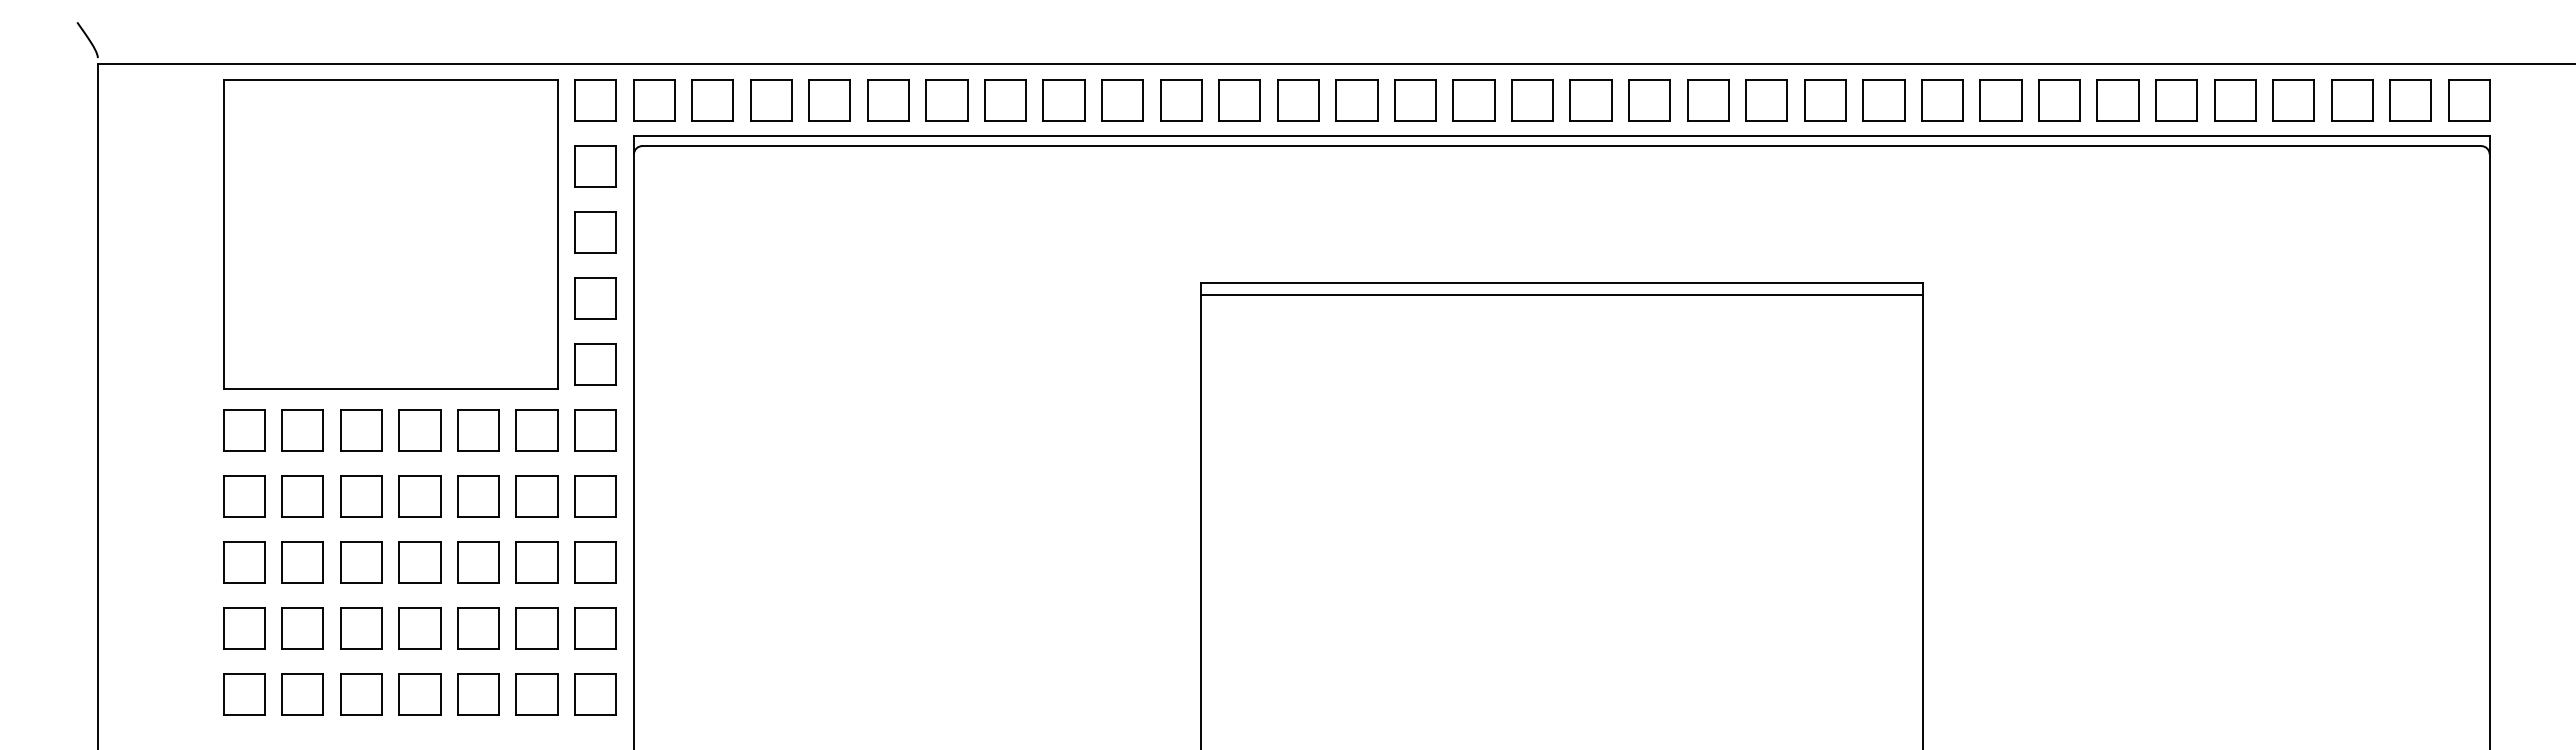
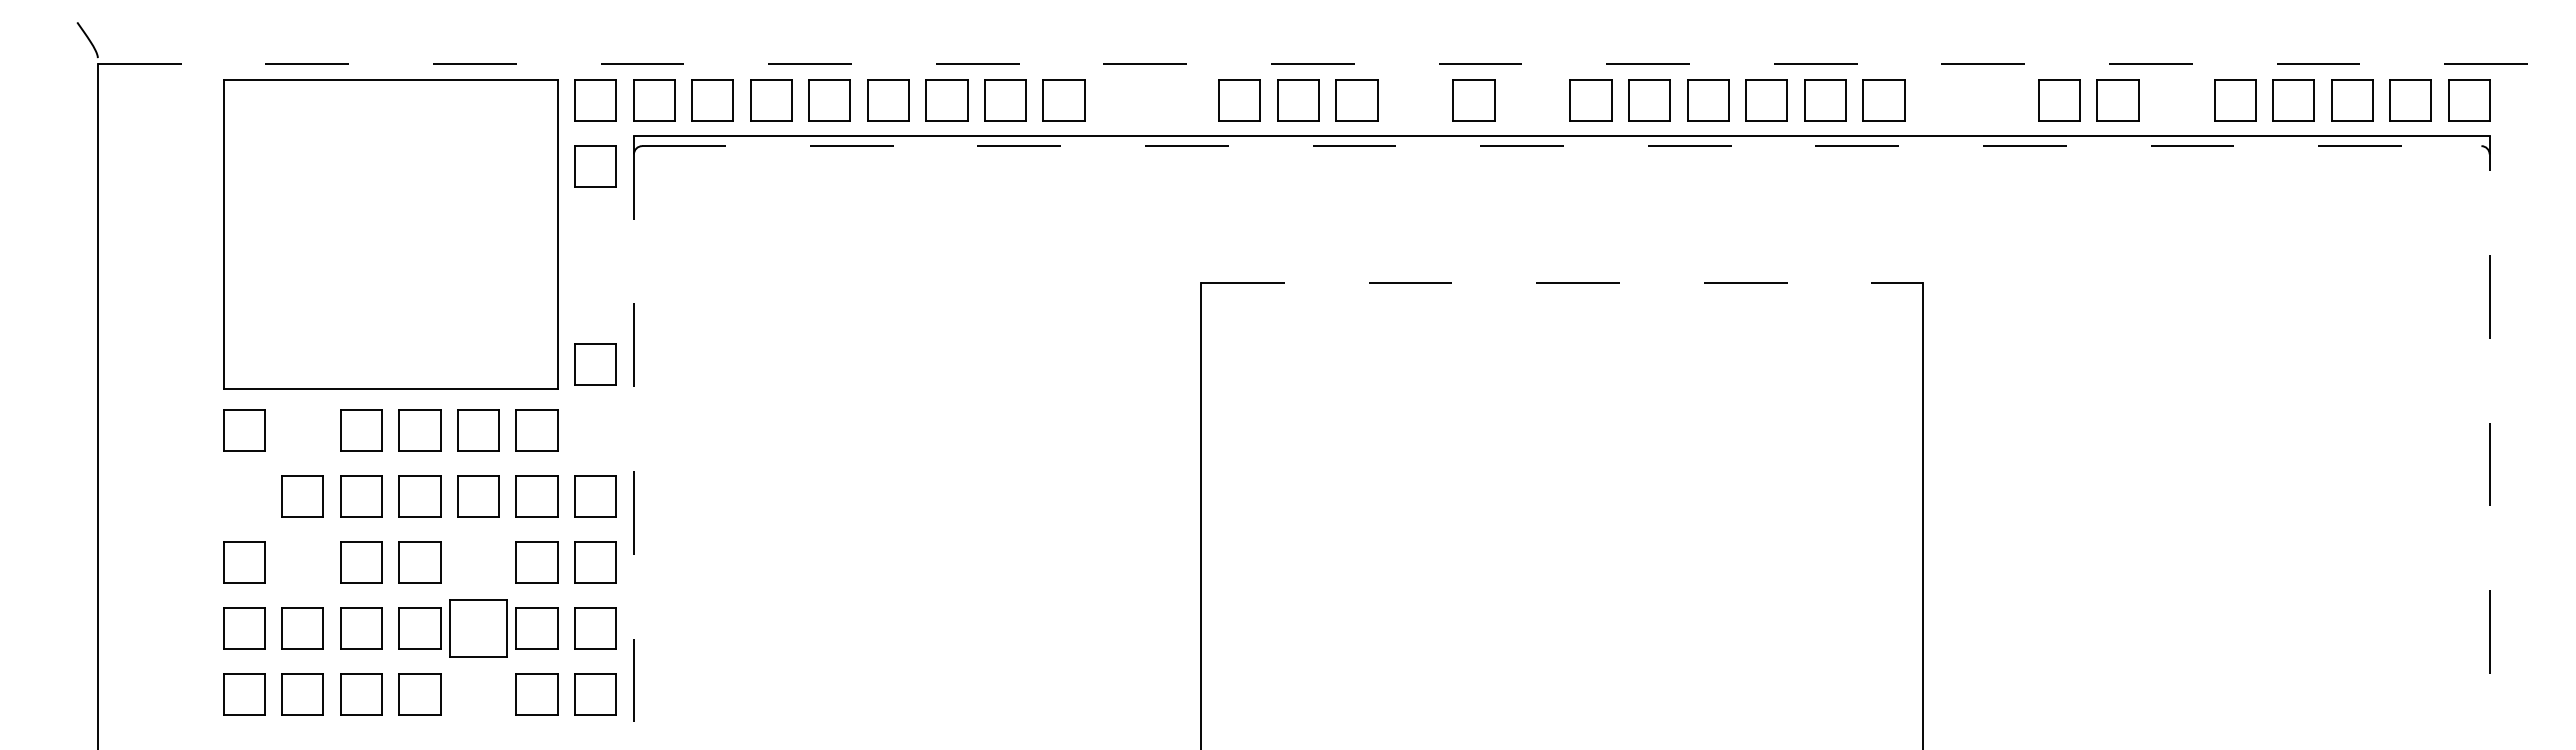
line at (1336, 63): solid -> dashed
part at (1122, 100): present -> none
part at (1181, 100): present -> none
part at (1415, 100): present -> none
part at (1532, 100): present -> none
part at (1942, 100): present -> none
part at (2000, 100): present -> none
part at (2176, 100): present -> none
line at (1561, 146): solid -> dashed
part at (595, 232): present -> none
line at (1561, 283): solid -> dashed
line at (1561, 294): present -> none
part at (595, 298): present -> none
part at (302, 430): present -> none
part at (595, 430): present -> none
line at (634, 442): solid -> dashed
line at (2489, 442): solid -> dashed
part at (244, 496): present -> none
part at (302, 562): present -> none
part at (478, 562): present -> none
part at (478, 628) size: 43x43 px -> 59x59 px
part at (478, 694): present -> none
